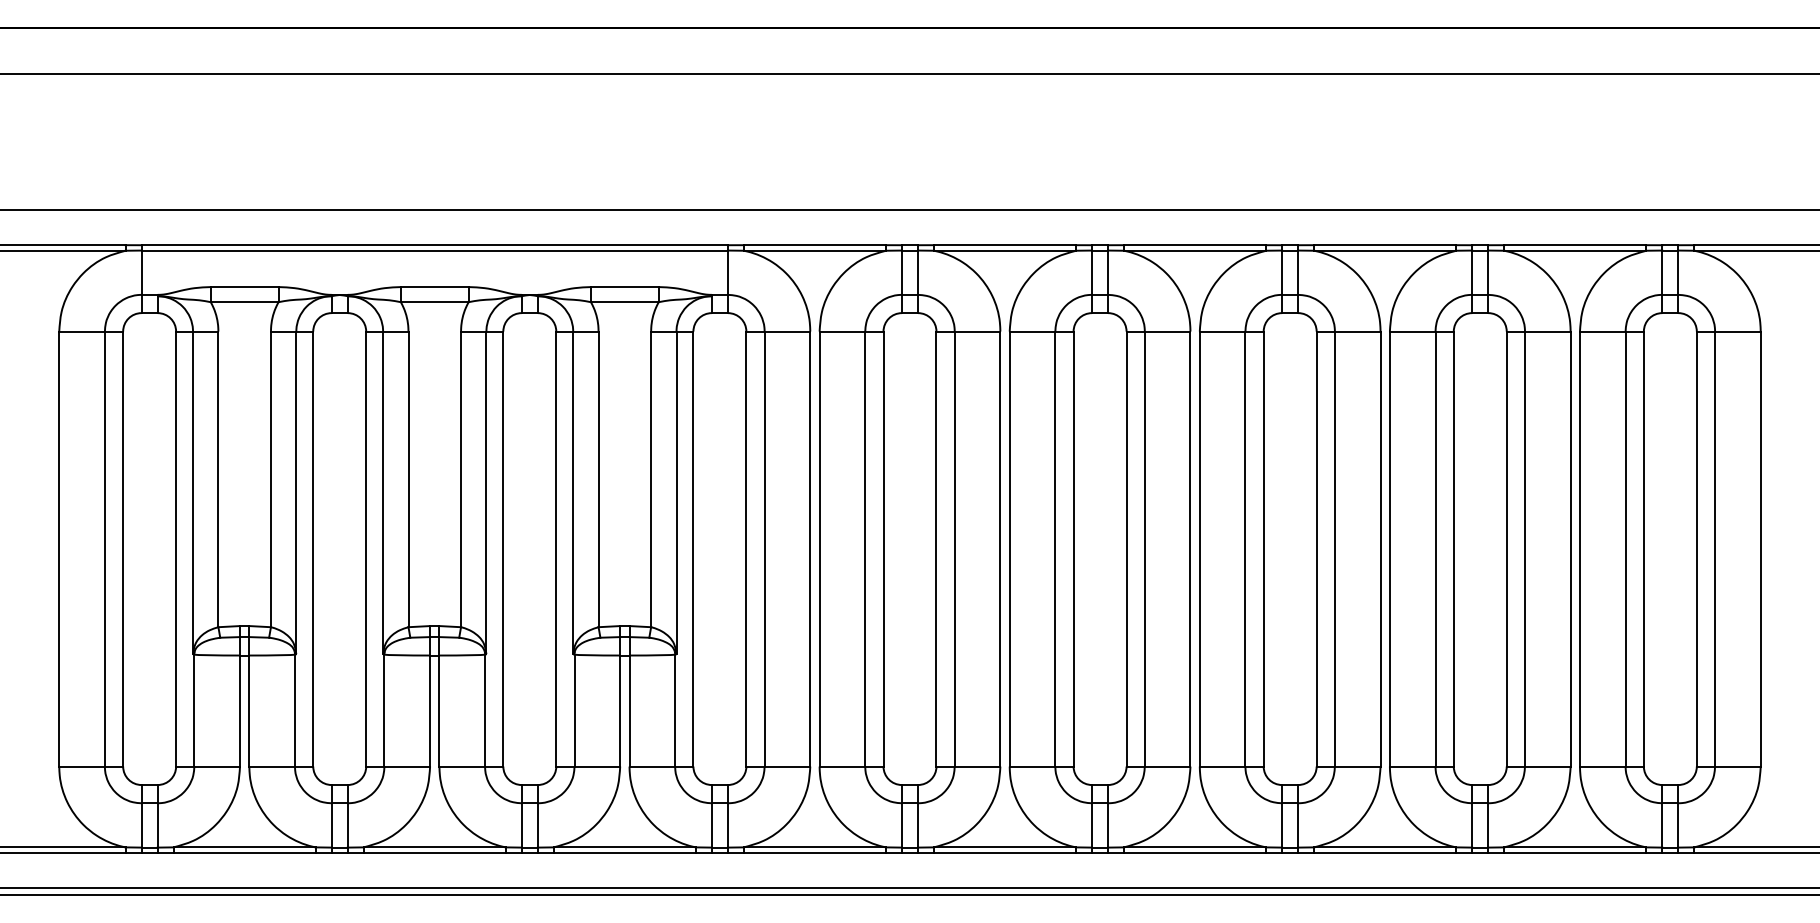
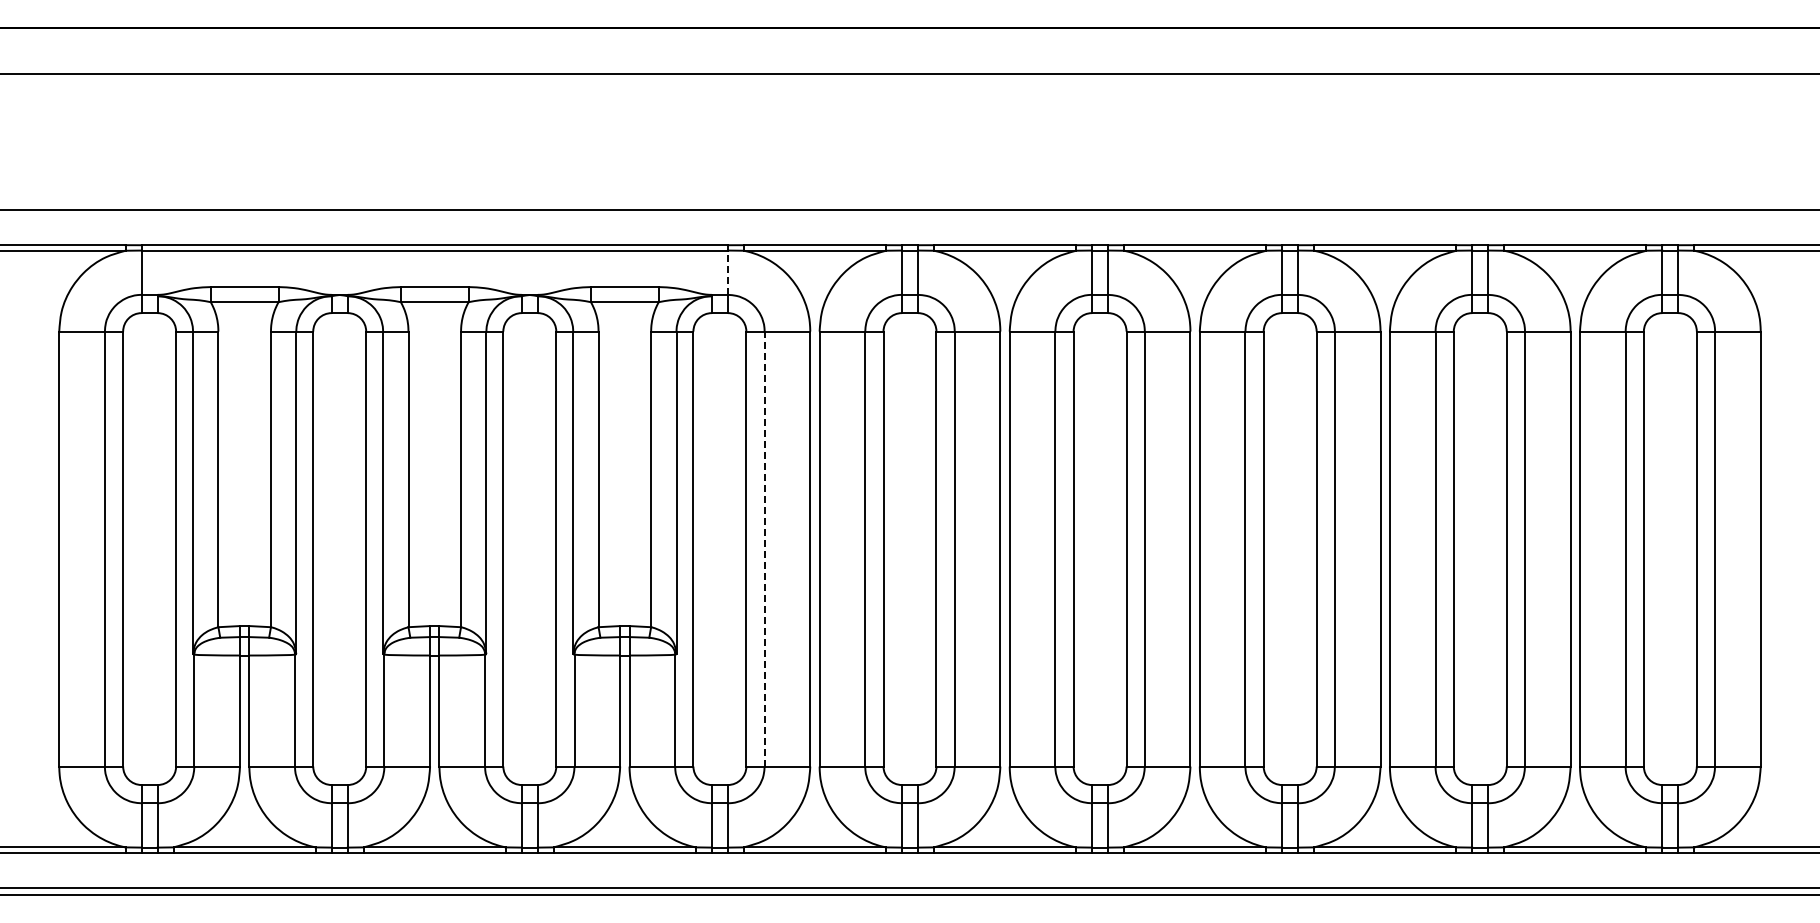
line at (727, 272): solid -> dashed
line at (764, 548): solid -> dashed
